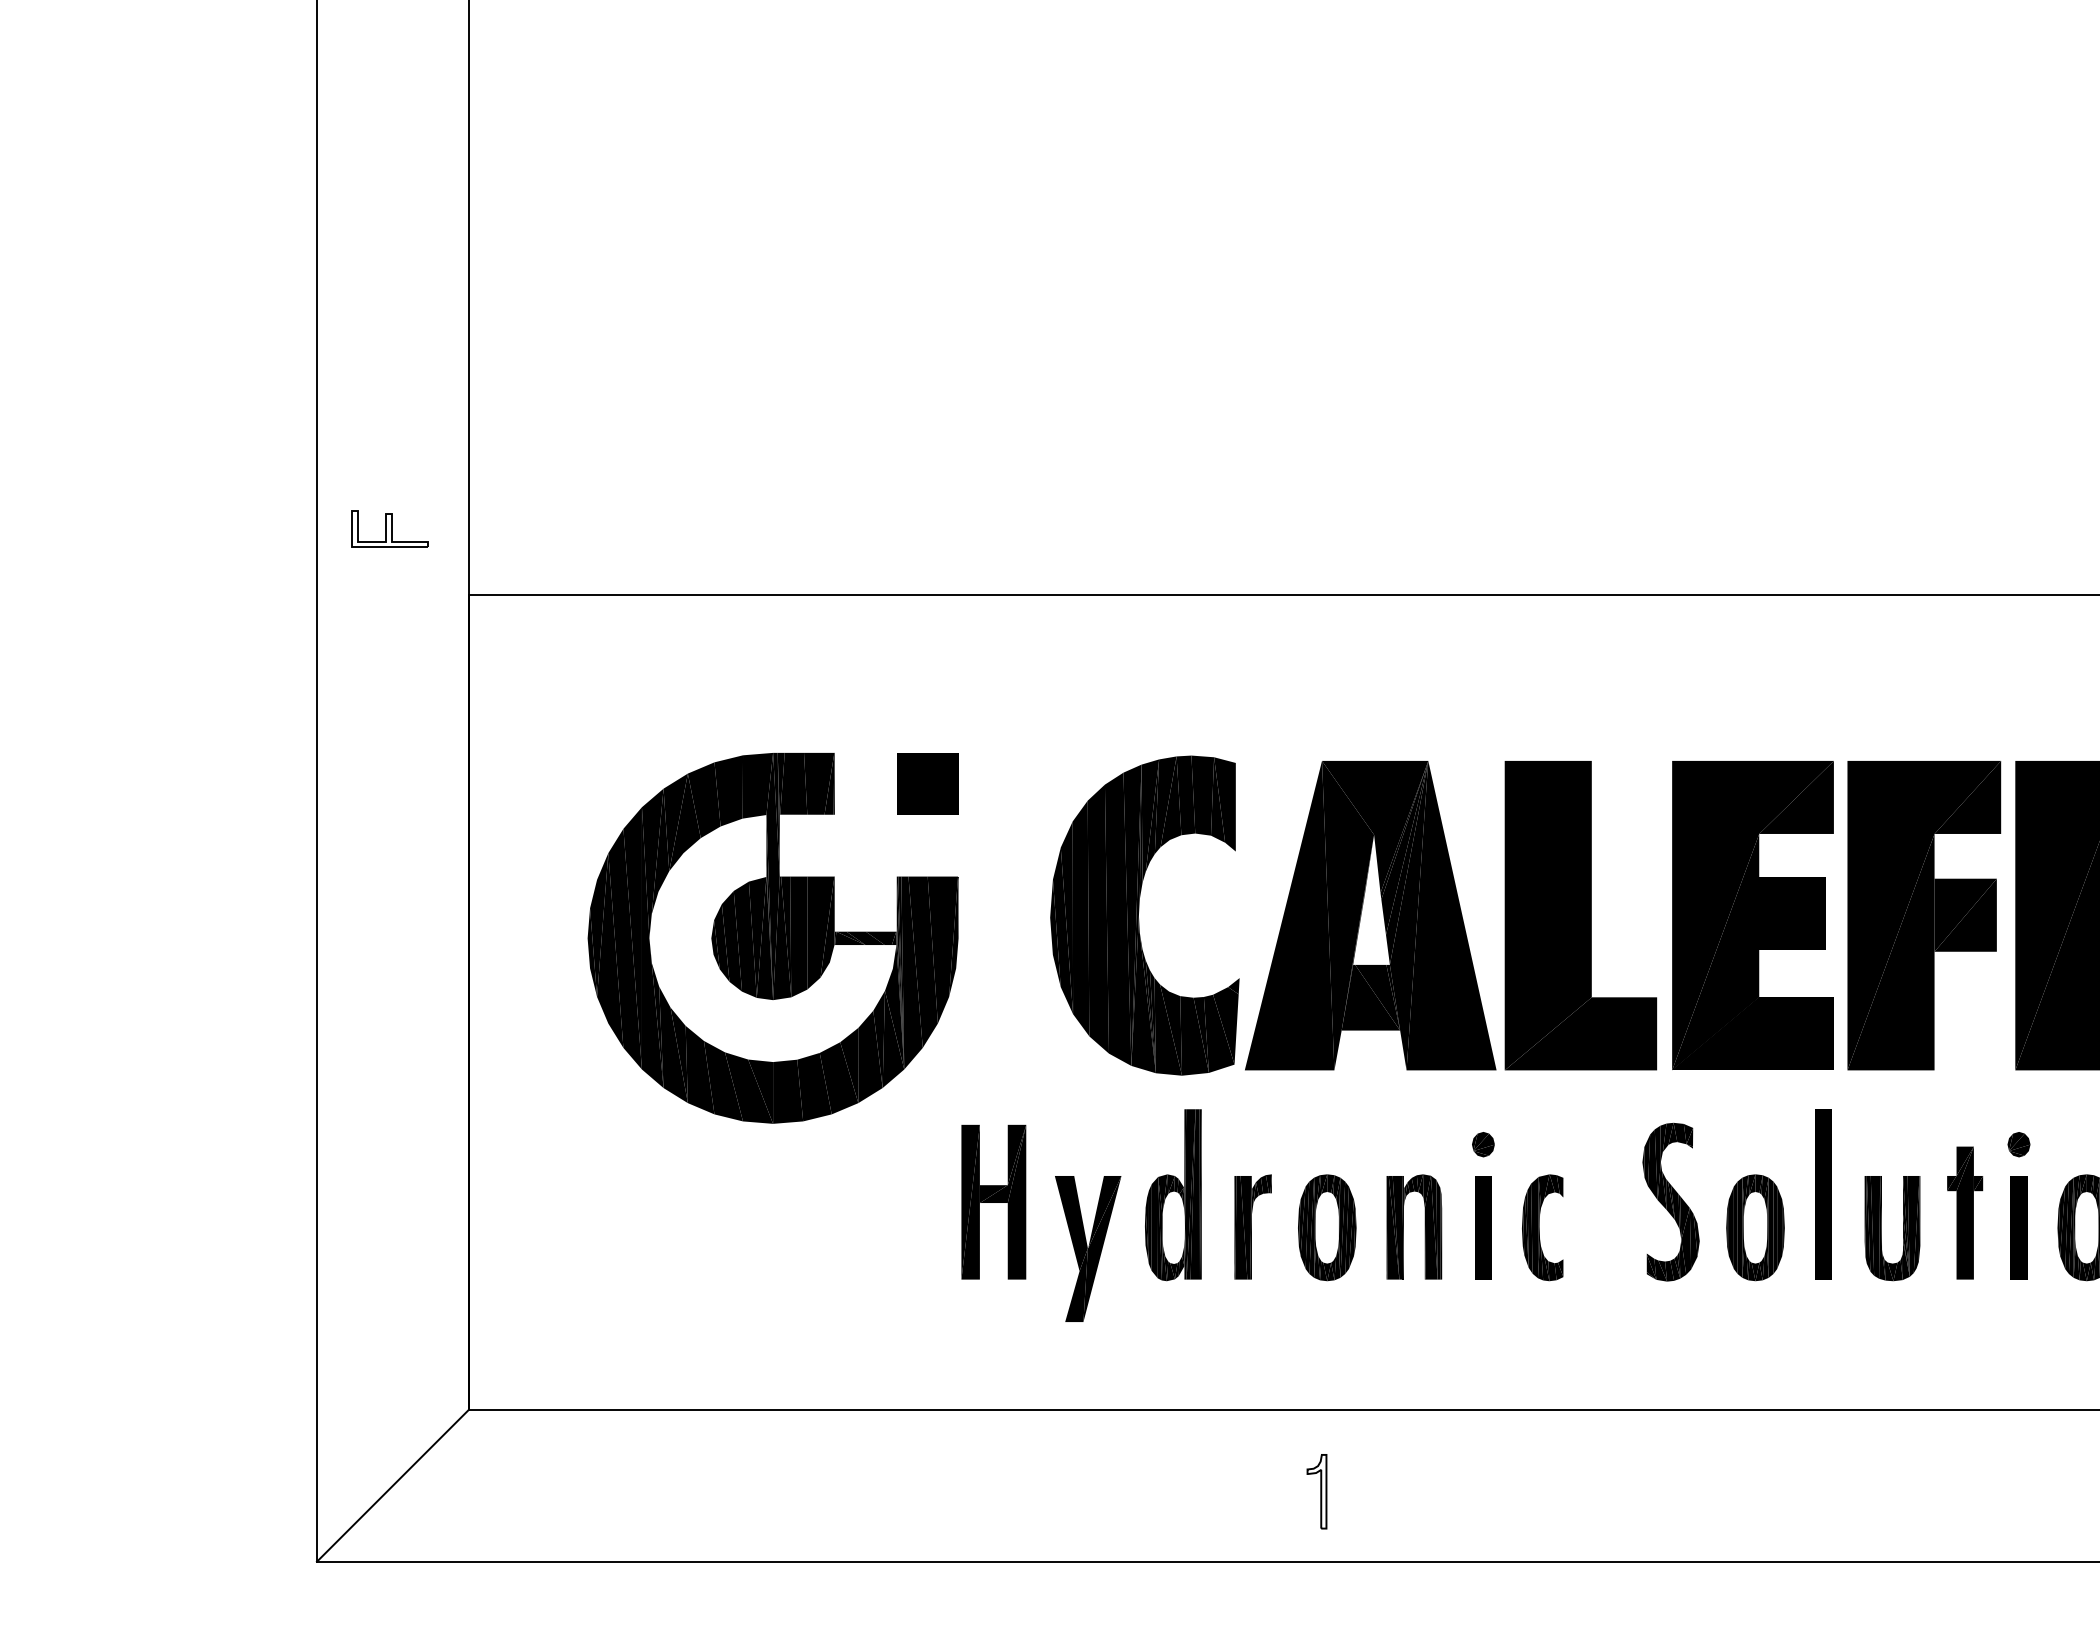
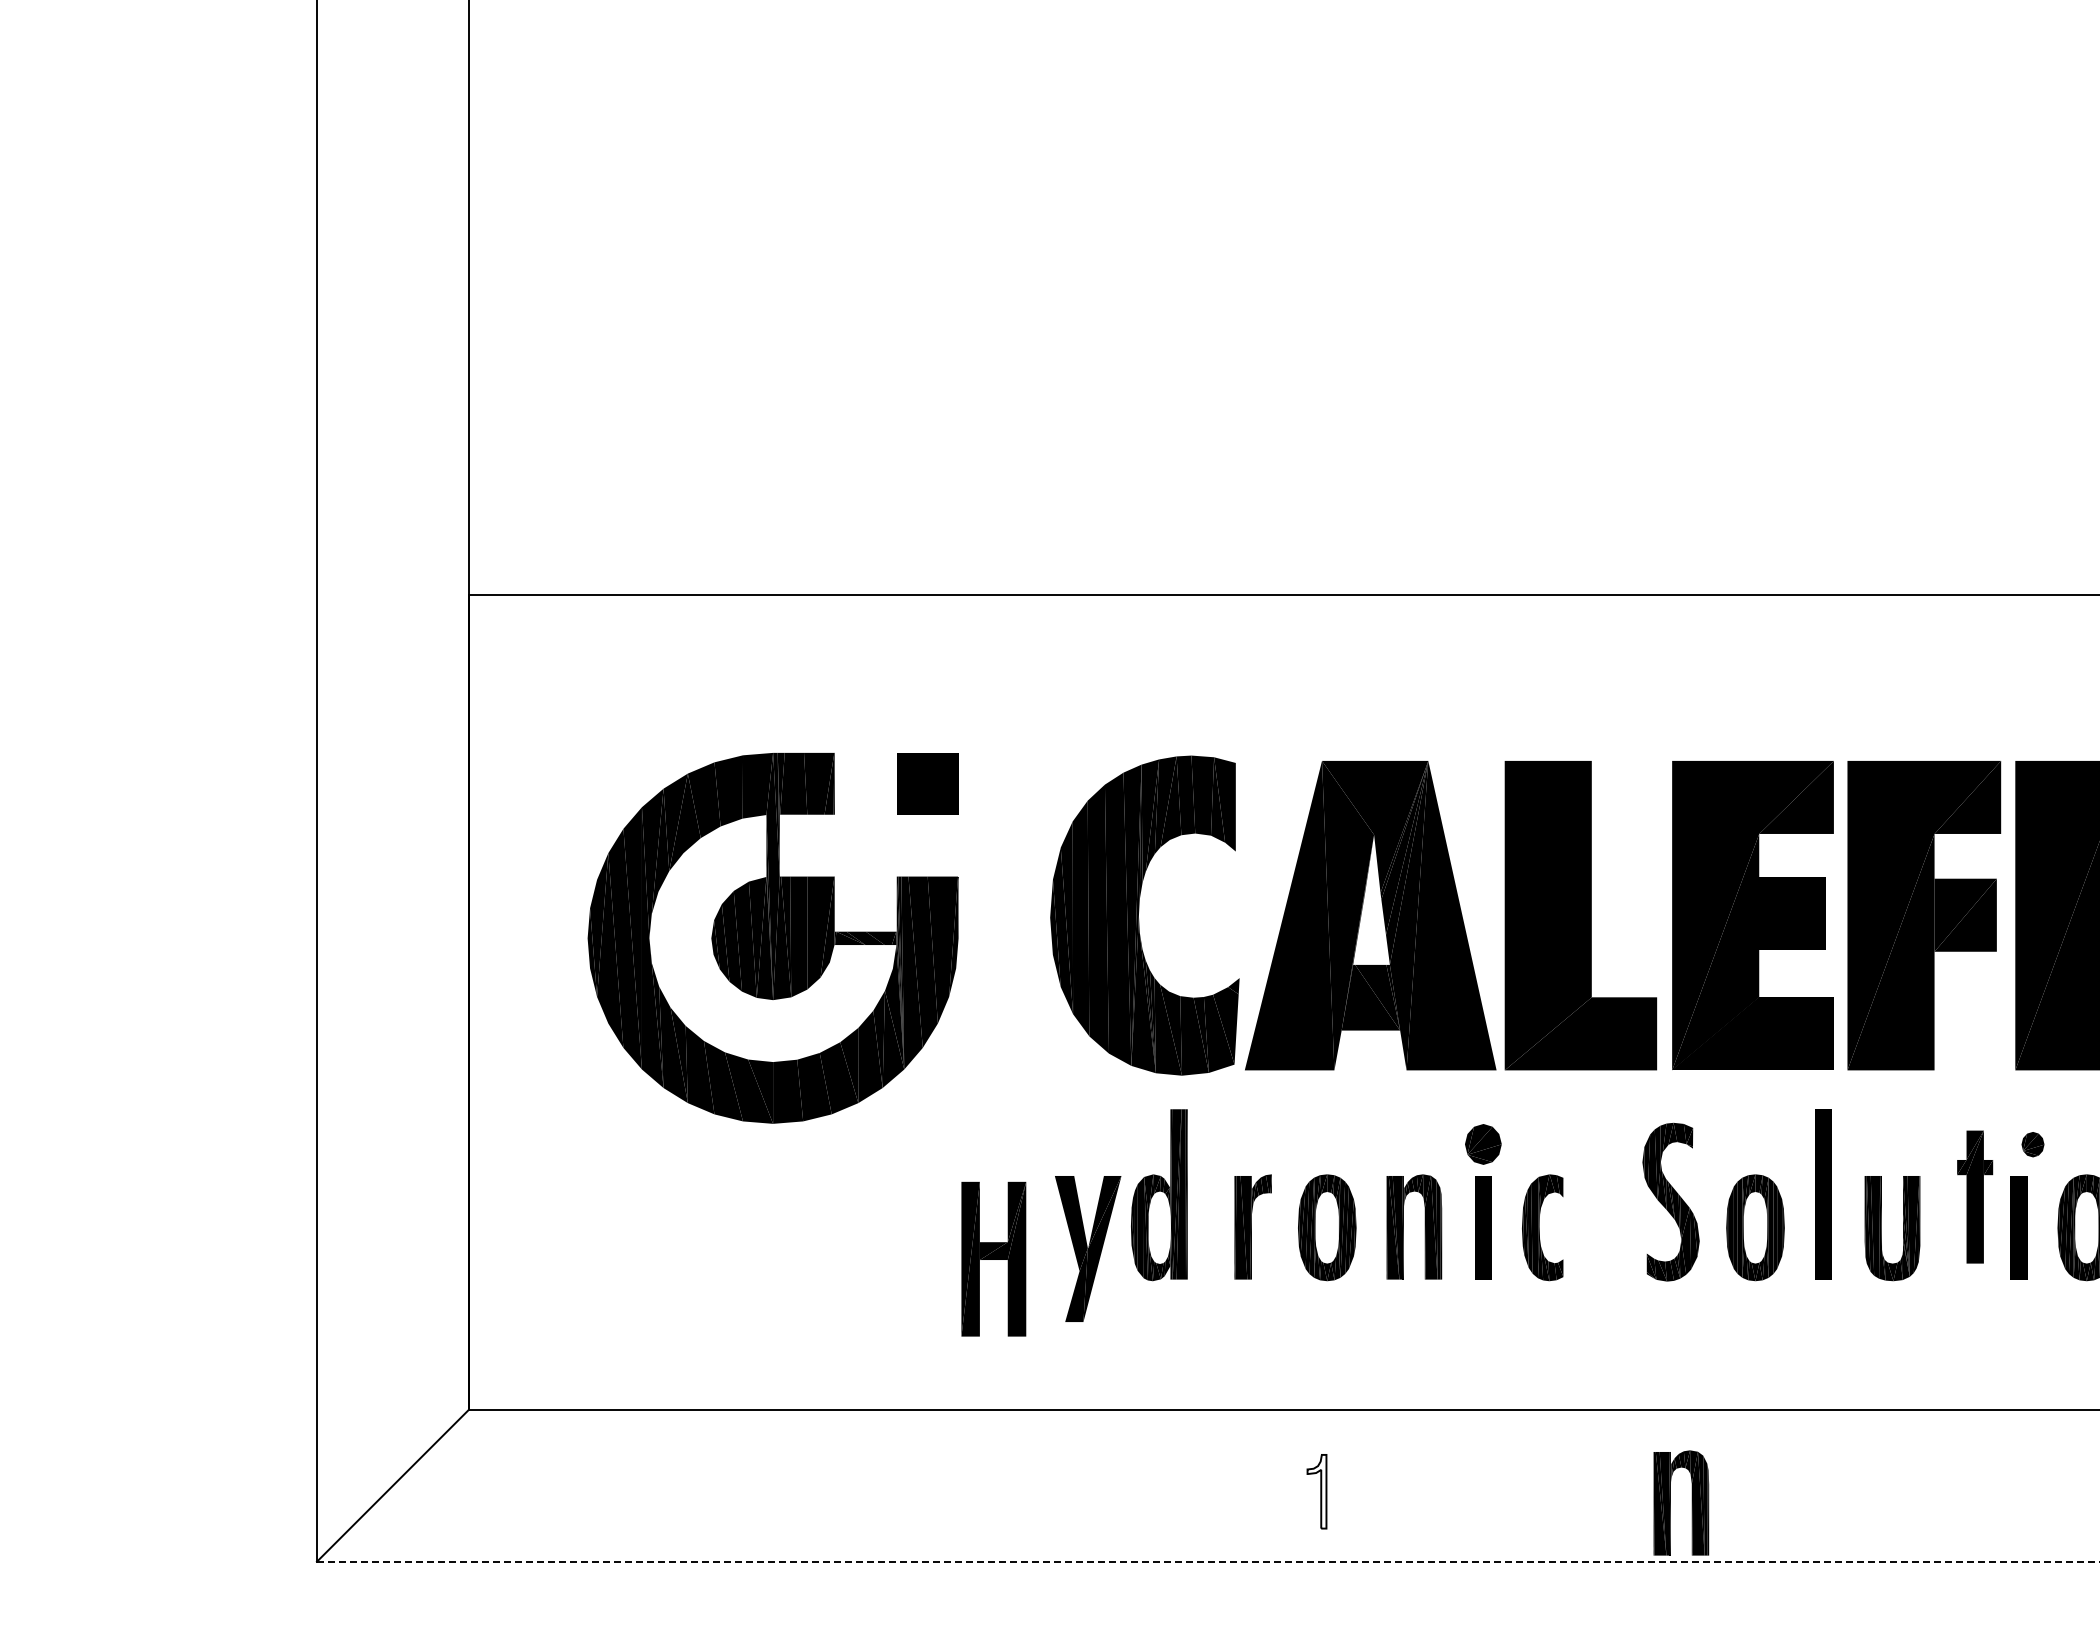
part at (389, 528): present -> none
part at (1483, 1144) size: 23x26 px -> 37x41 px
part at (2018, 1144) position: (2018, 1144) -> (2032, 1144)
part at (1173, 1195) position: (1173, 1195) -> (1159, 1195)
part at (993, 1201) position: (993, 1201) -> (993, 1258)
part at (1965, 1212) position: (1965, 1212) -> (1975, 1196)
part at (1691, 1502): none -> present
line at (1207, 1561): solid -> dashed
